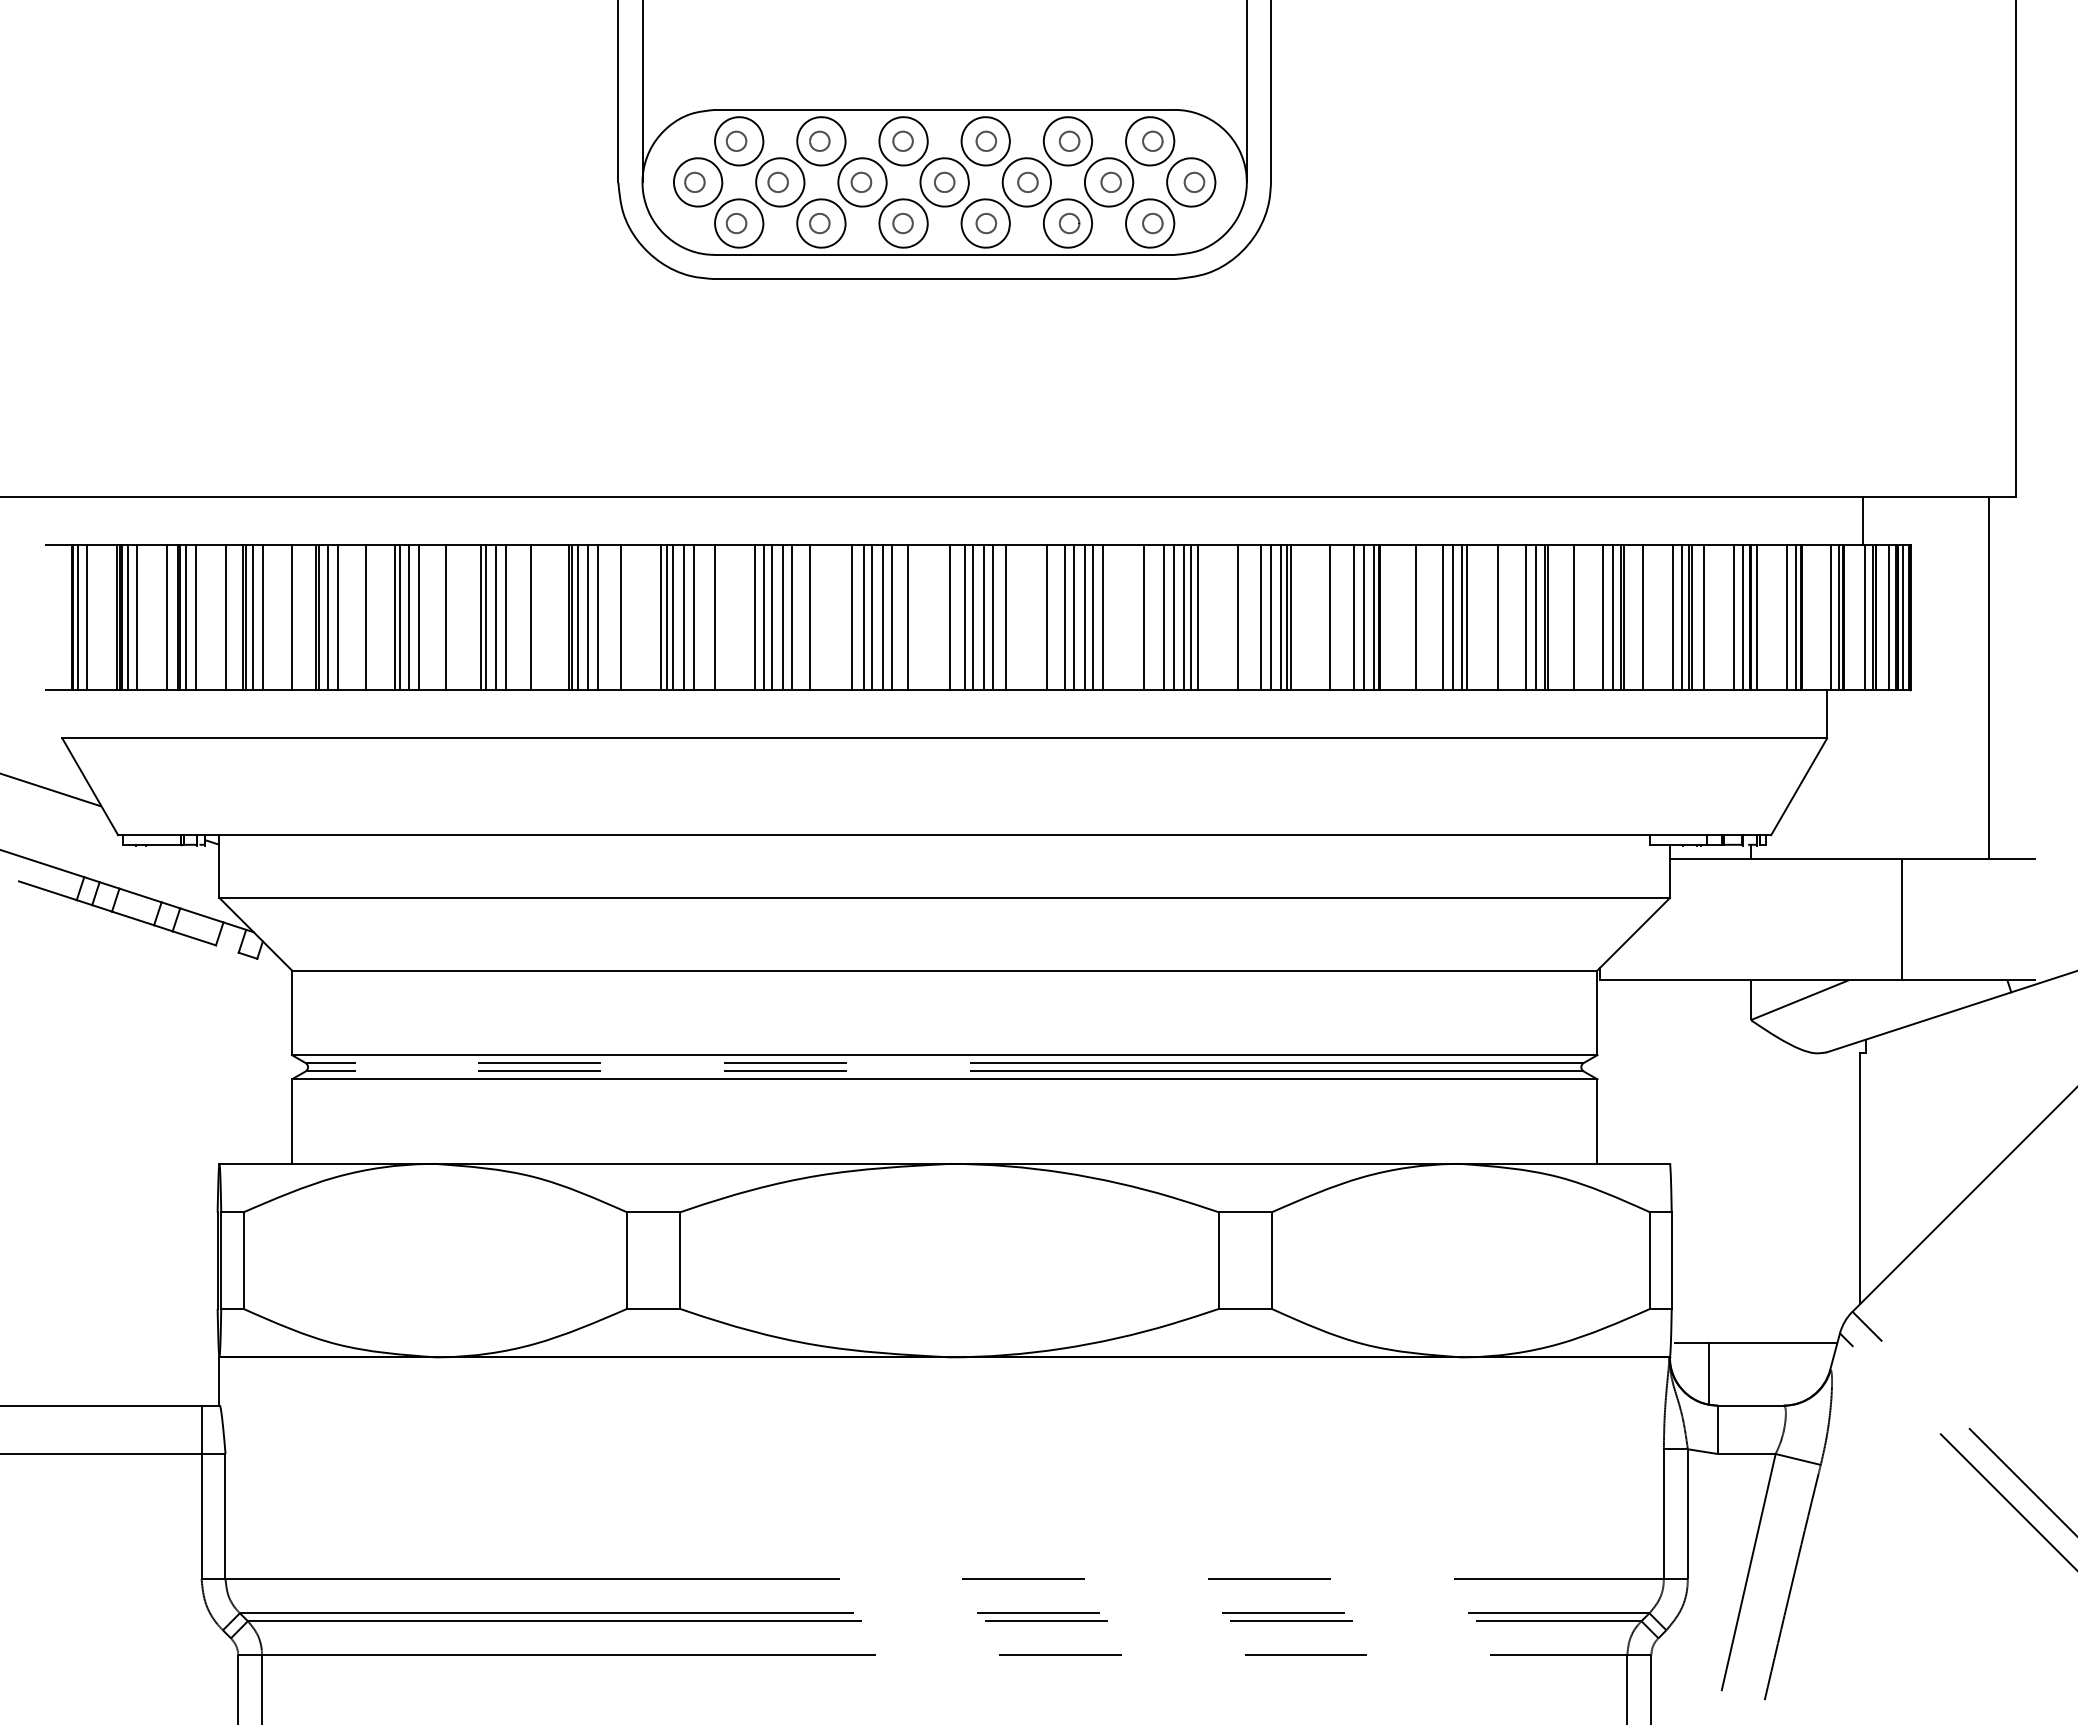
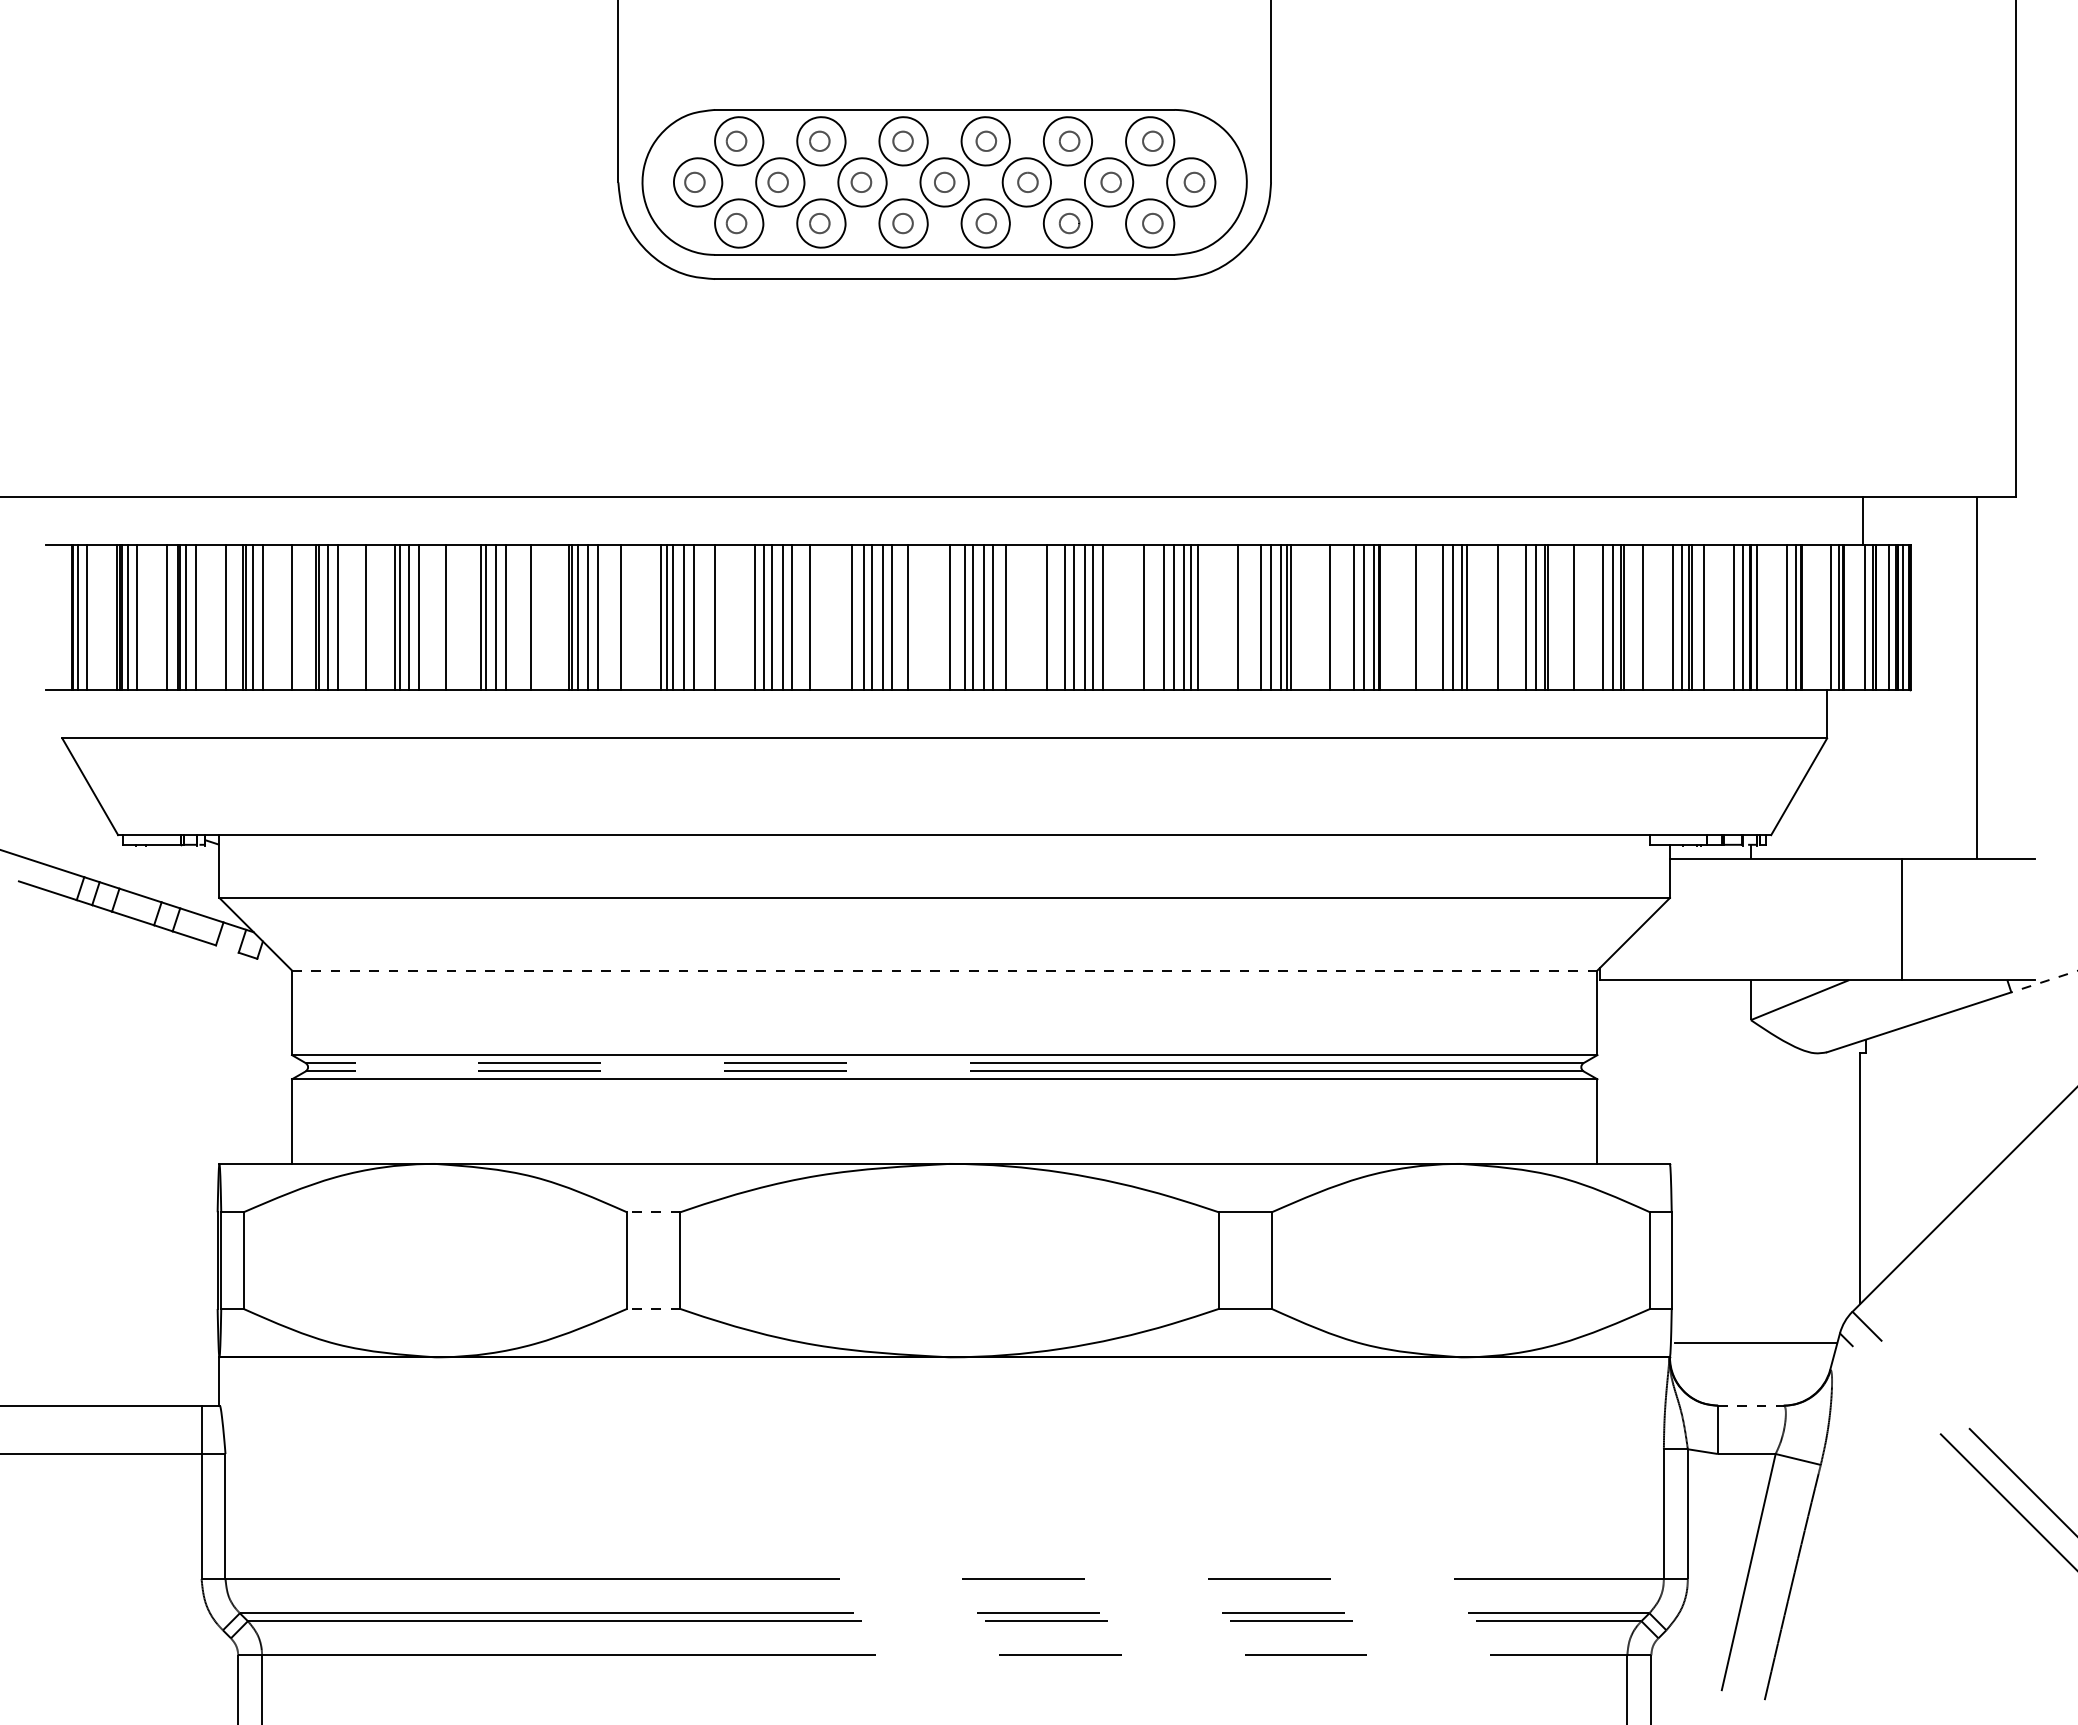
line at (642, 92): present -> none
line at (1246, 92): present -> none
line at (1988, 677) position: (1988, 677) -> (1976, 677)
line at (51, 790): present -> none
line at (944, 970): solid -> dashed
line at (2044, 981): solid -> dashed
line at (653, 1212): solid -> dashed
line at (653, 1308): solid -> dashed
line at (1708, 1373): present -> none
line at (1751, 1405): solid -> dashed
